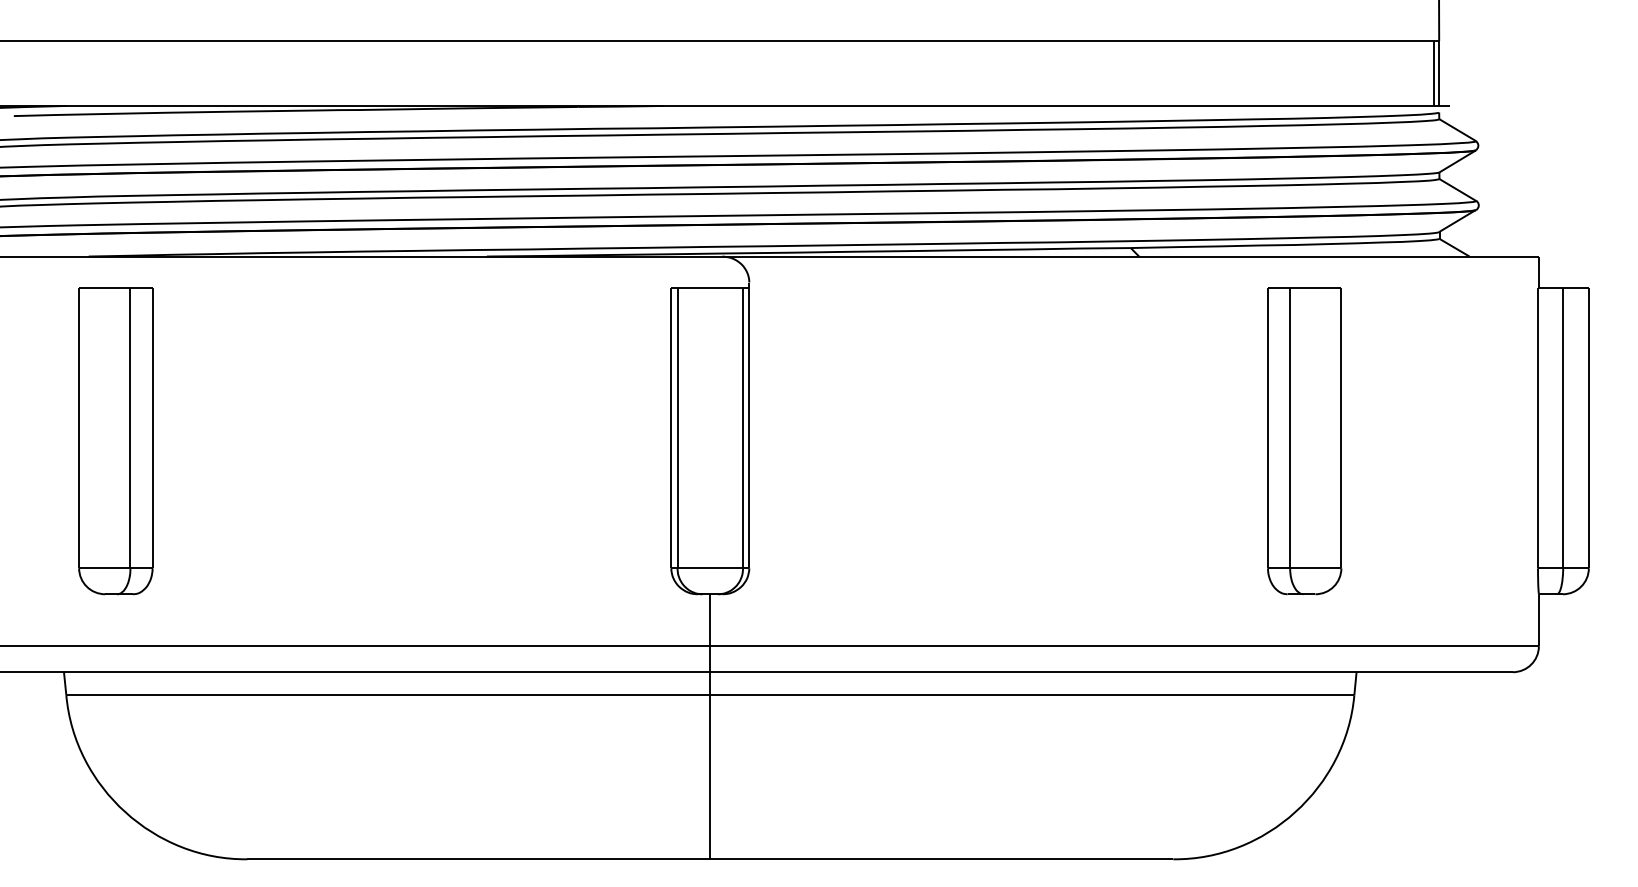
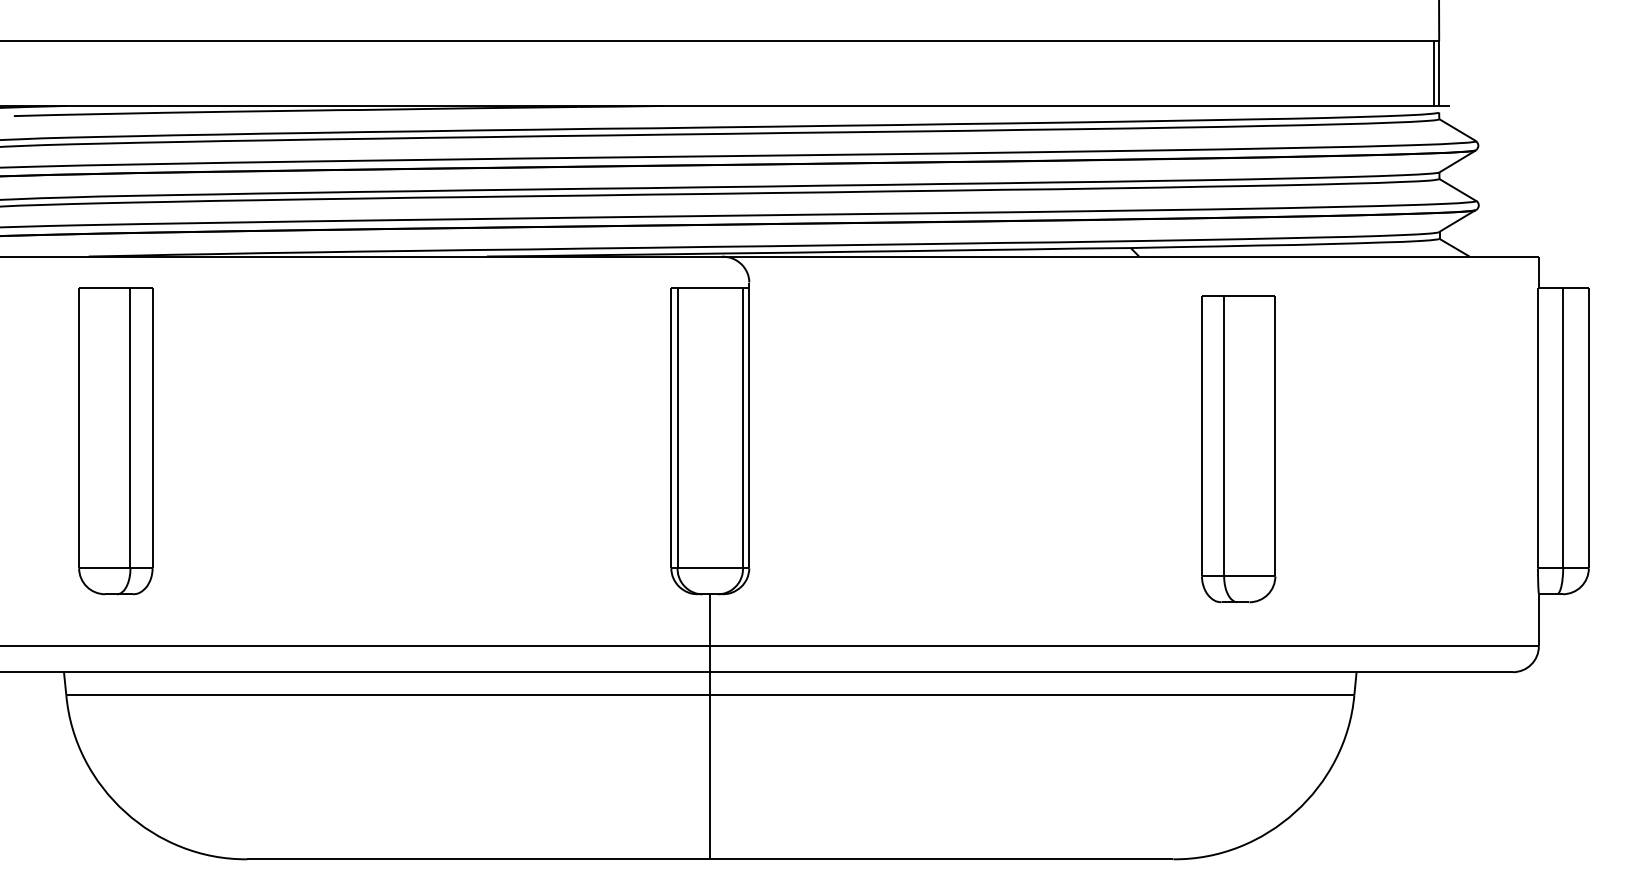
part at (1304, 441) position: (1304, 441) -> (1238, 449)
